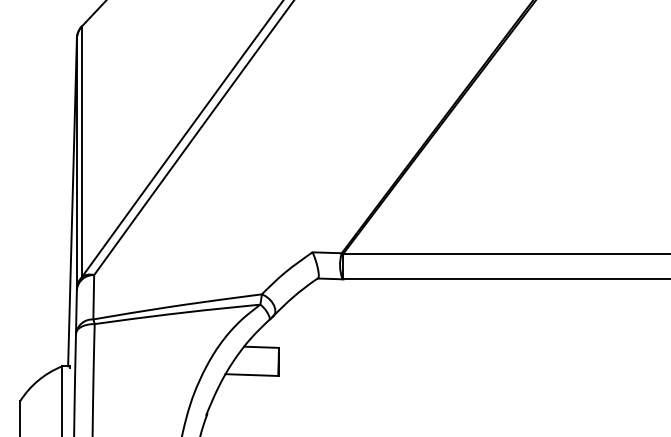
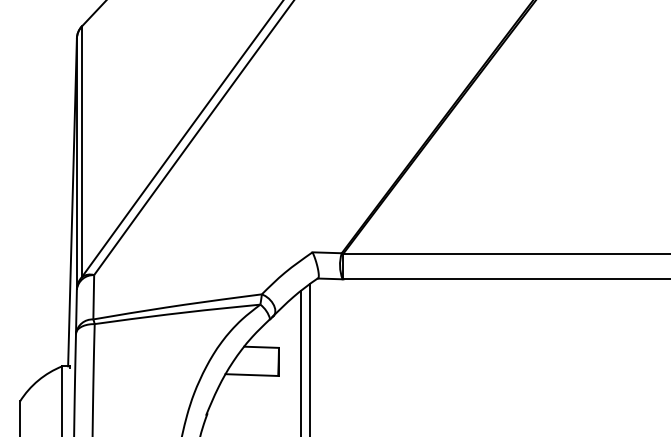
line at (310, 358): none -> present
line at (300, 362): none -> present
